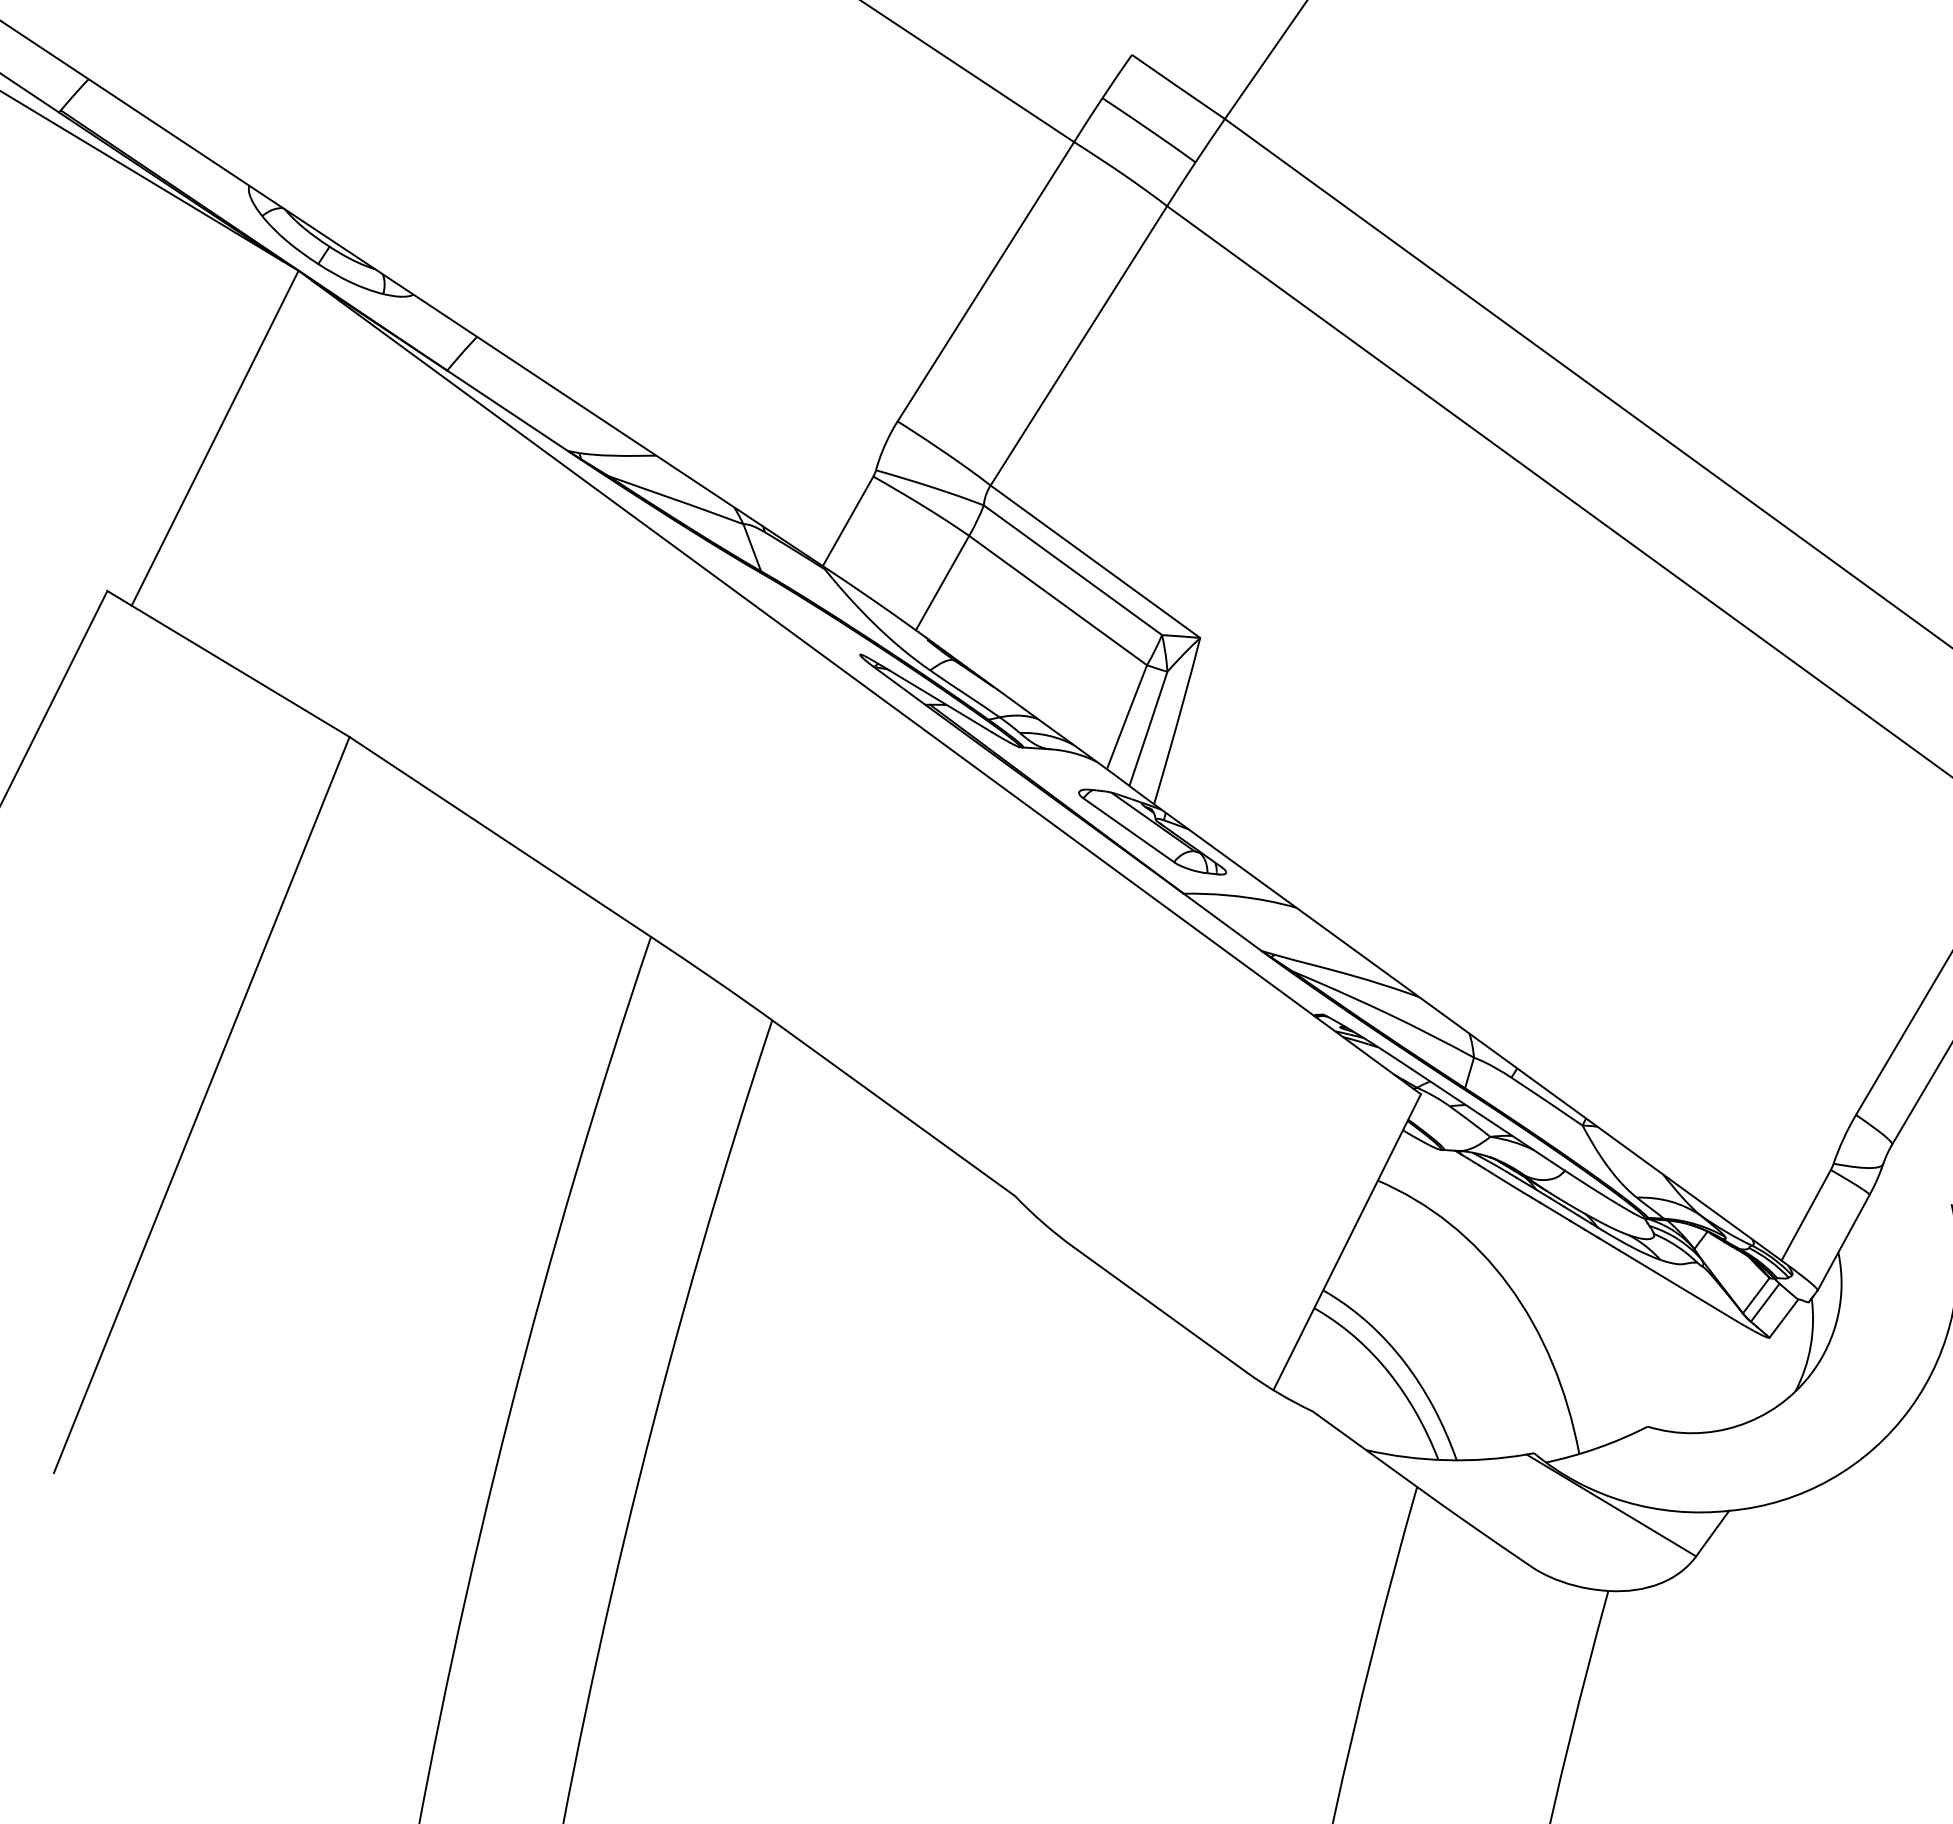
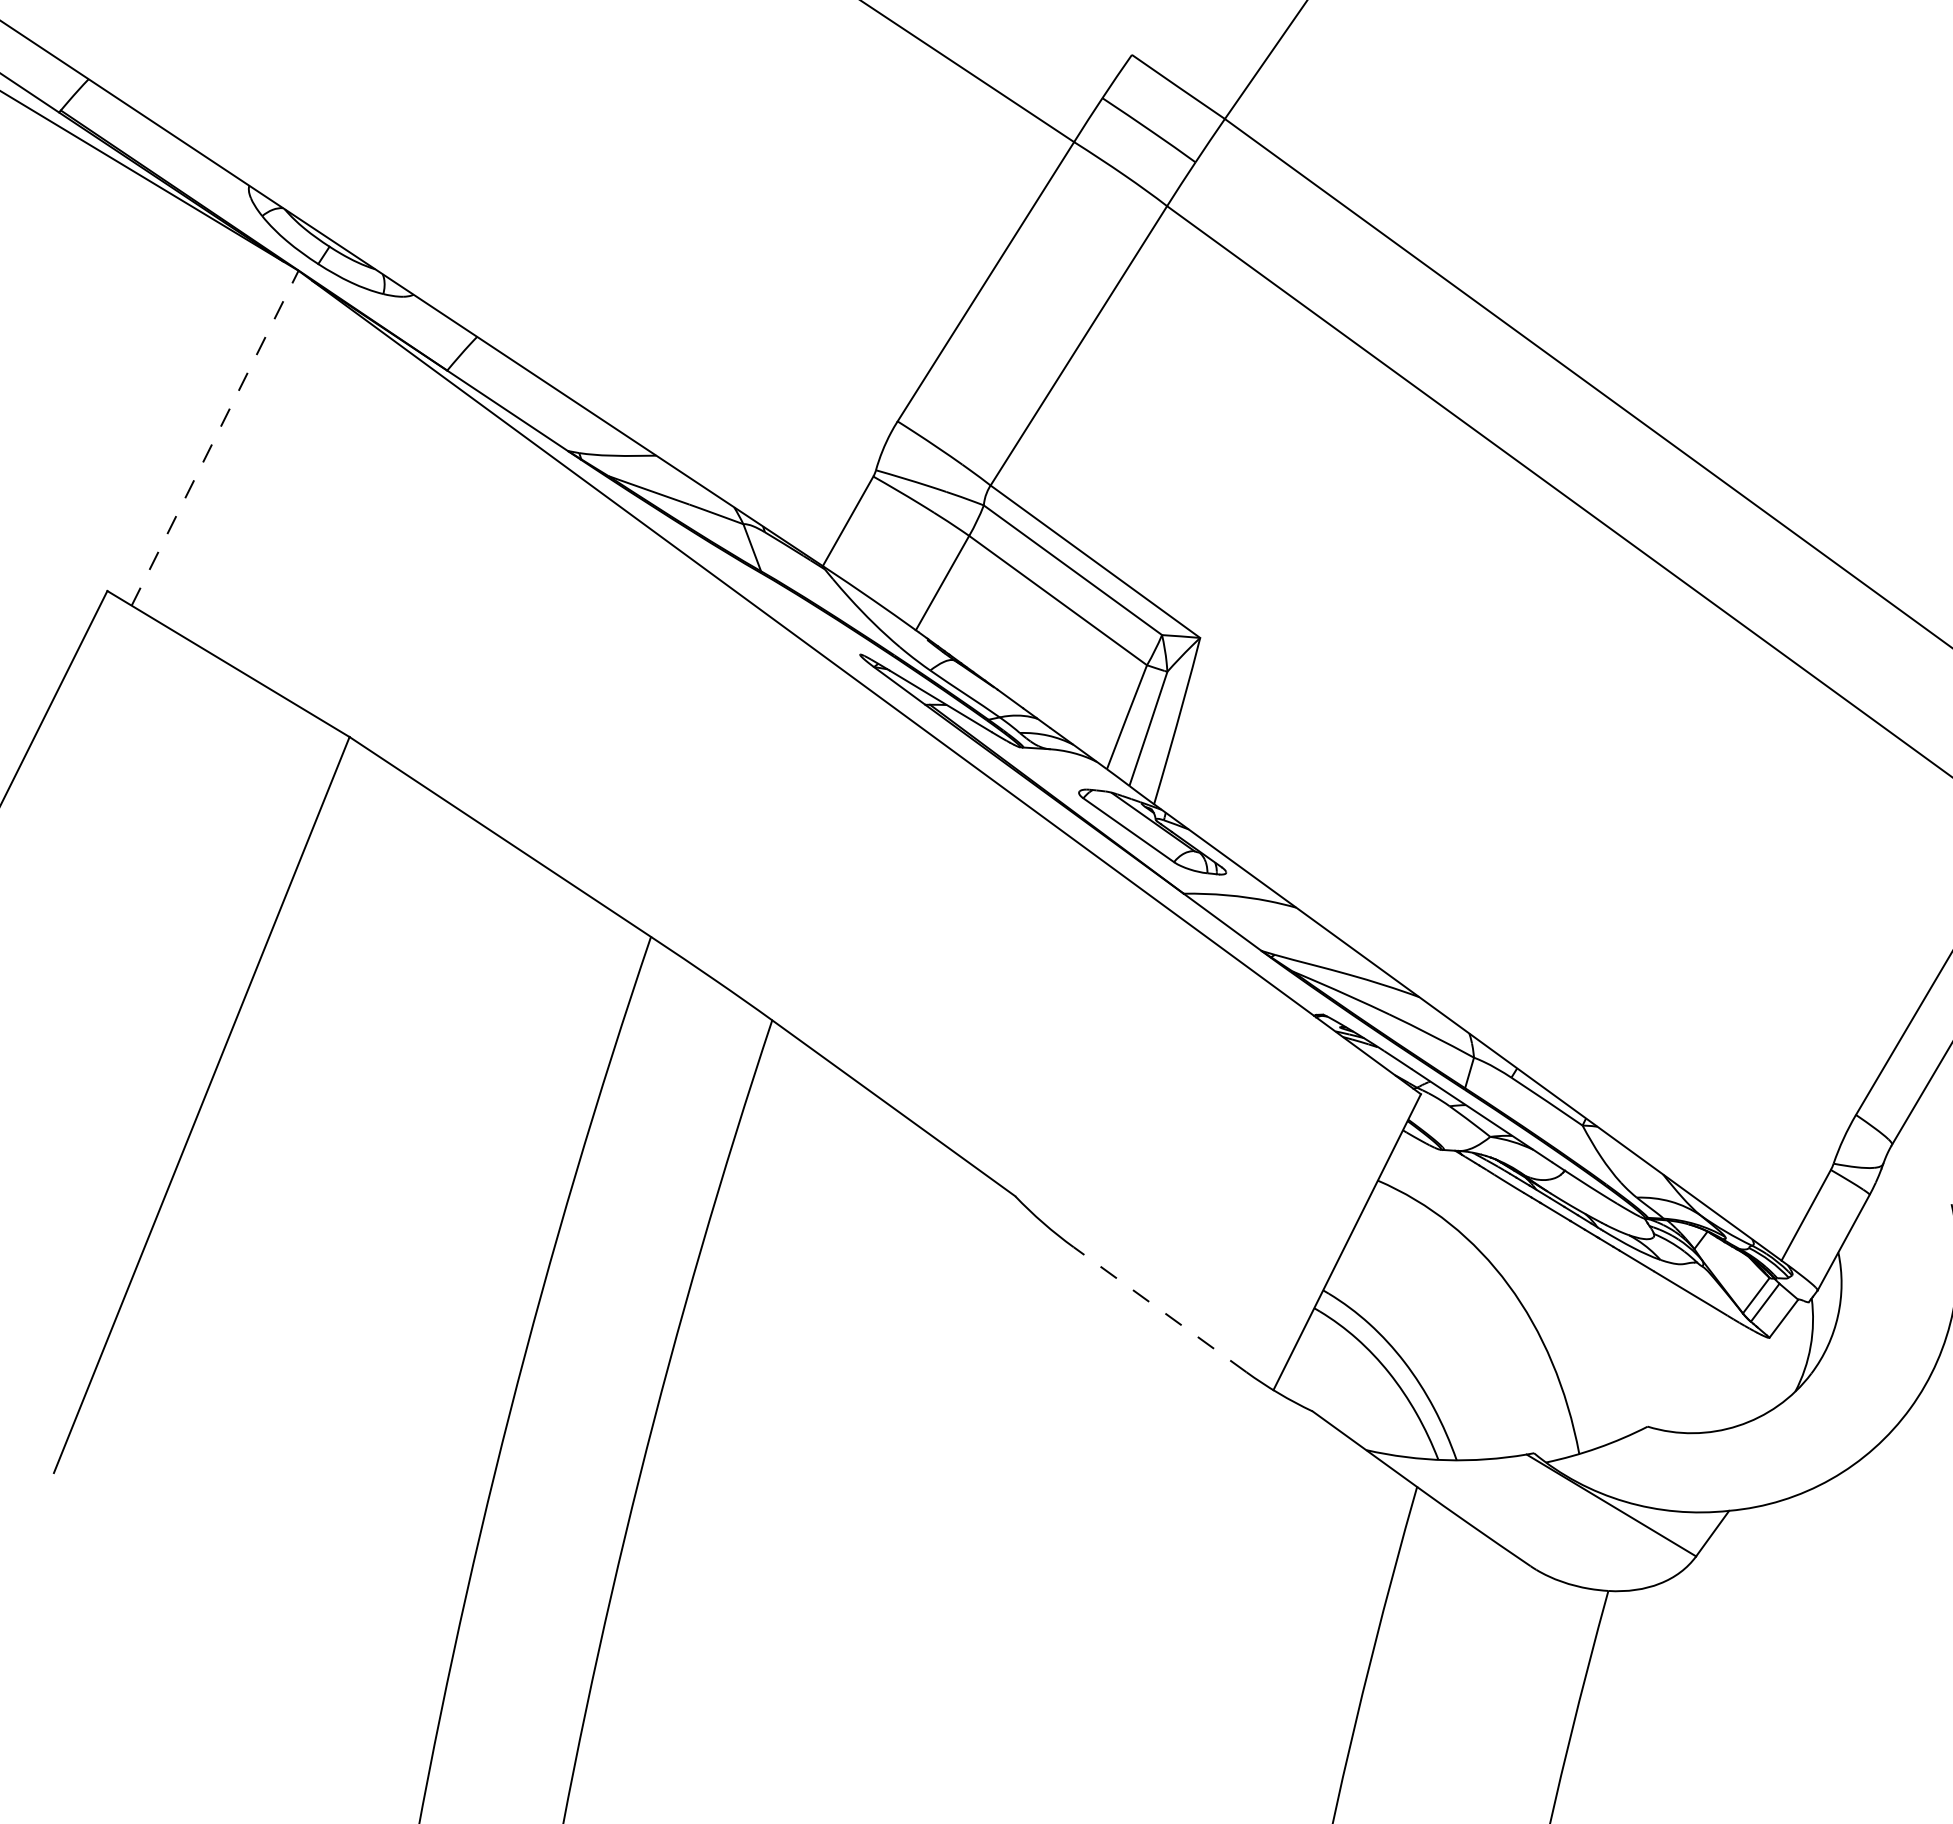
line at (215, 437): solid -> dashed
line at (1160, 1309): solid -> dashed
